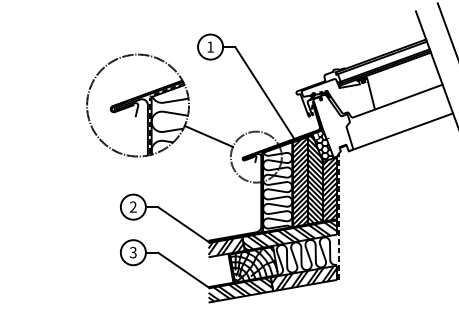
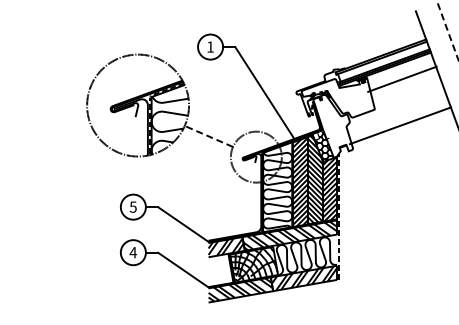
line at (448, 32): solid -> dashed
line at (408, 96) position: (408, 96) -> (402, 78)
line at (402, 131) position: (402, 131) -> (400, 125)
line at (208, 136): solid -> dashed
text at (132, 206): 2 -> 5
text at (133, 252): 3 -> 4
